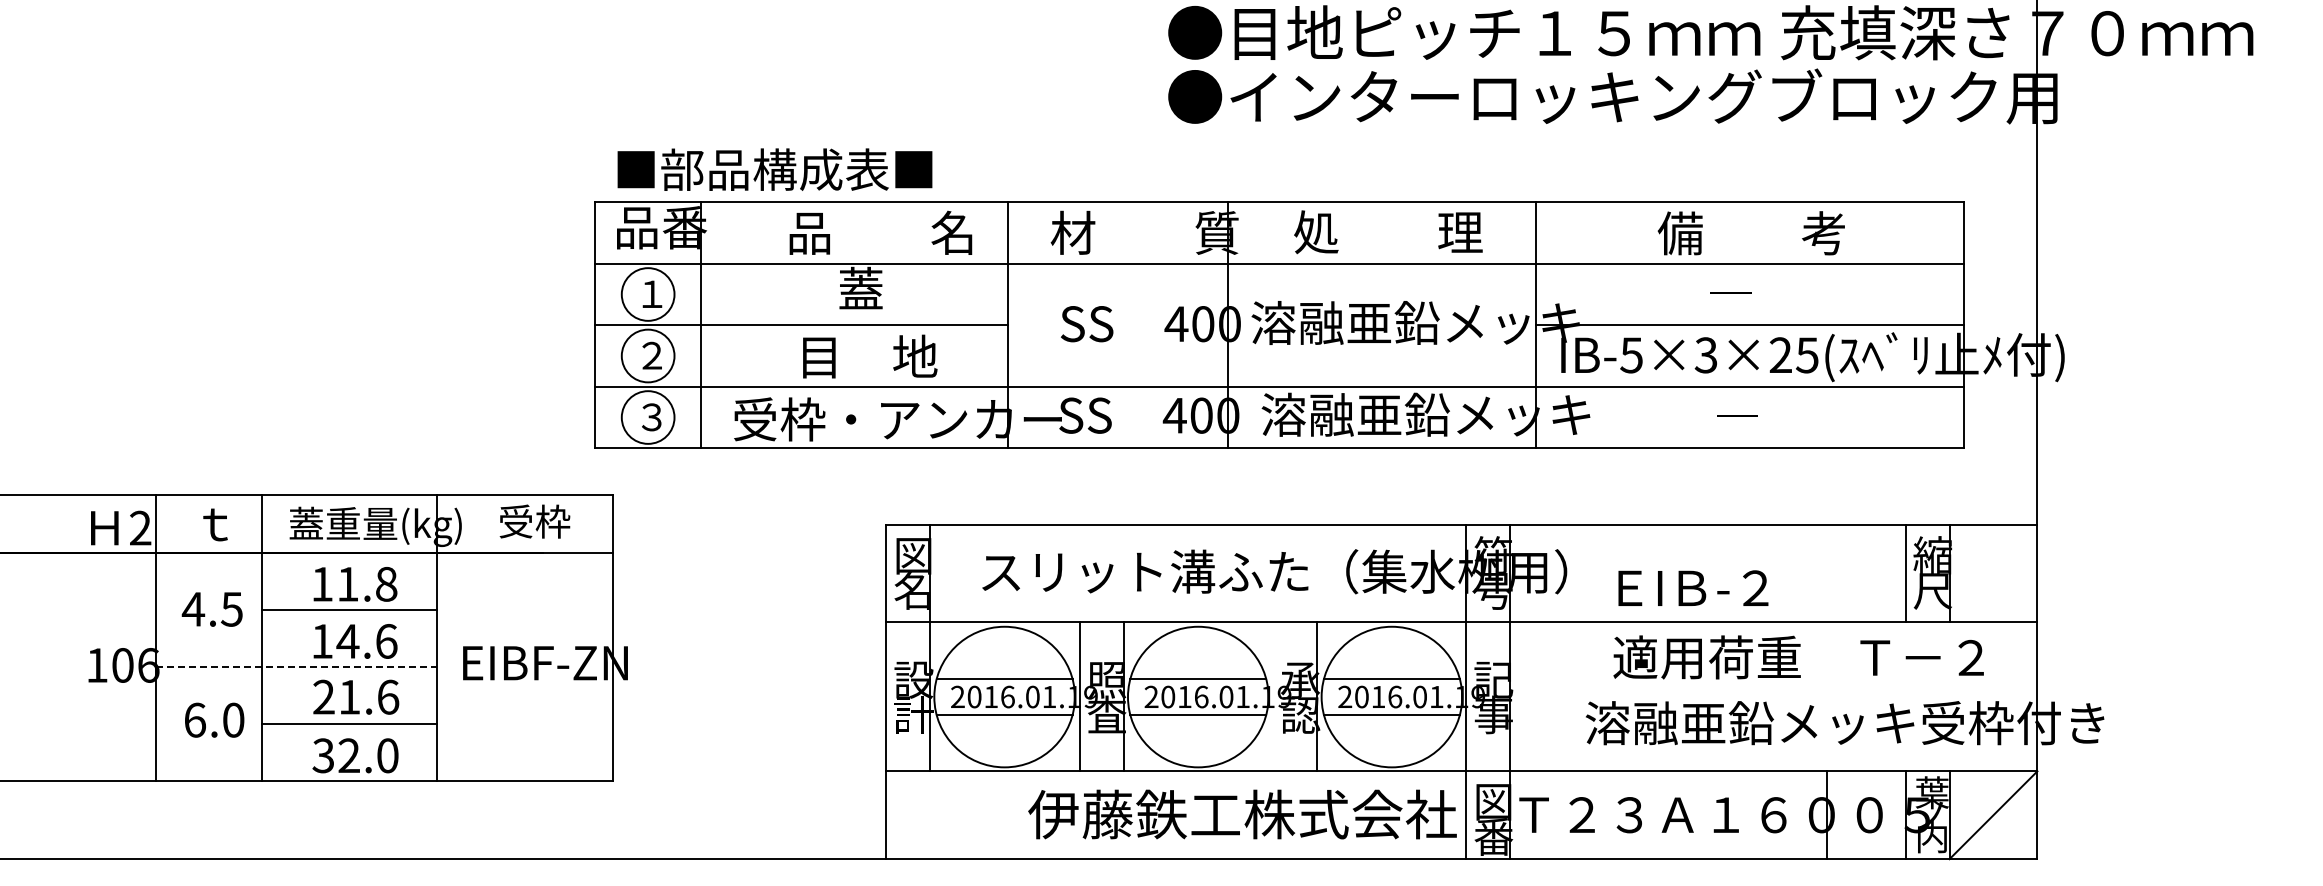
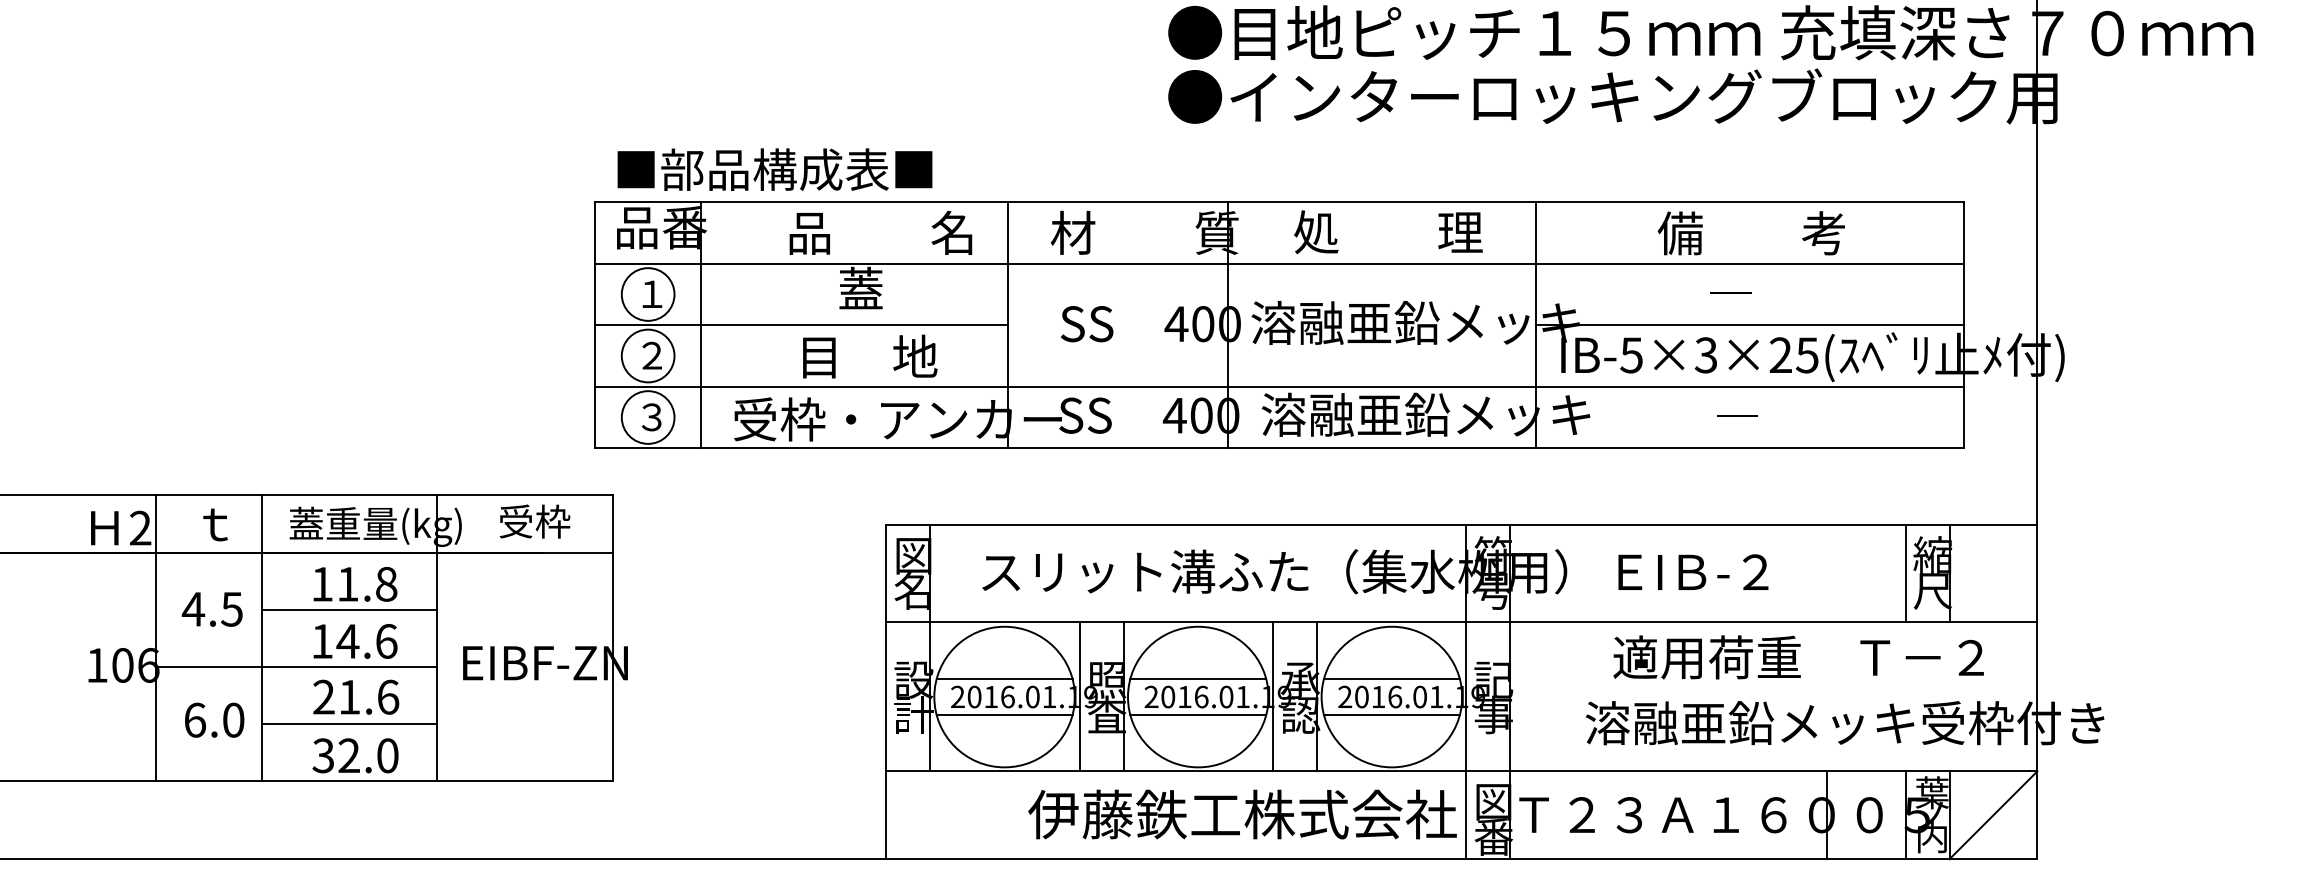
text at (1693, 587) position: (1693, 587) -> (1693, 571)
line at (296, 666): dashed -> solid
line at (1272, 696): none -> present
